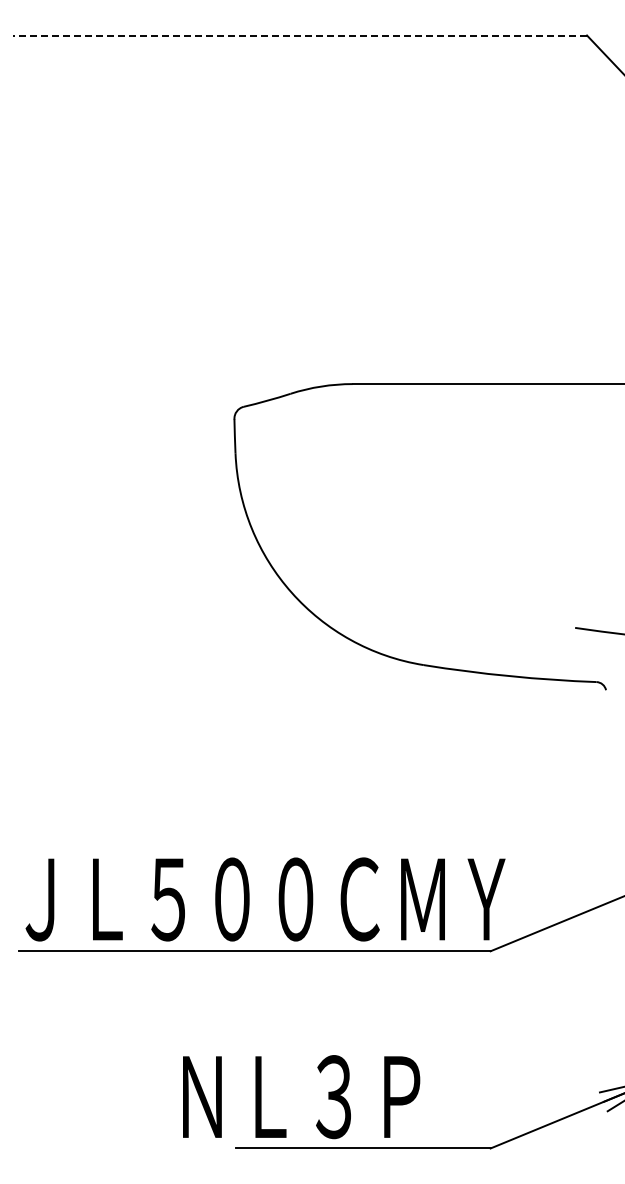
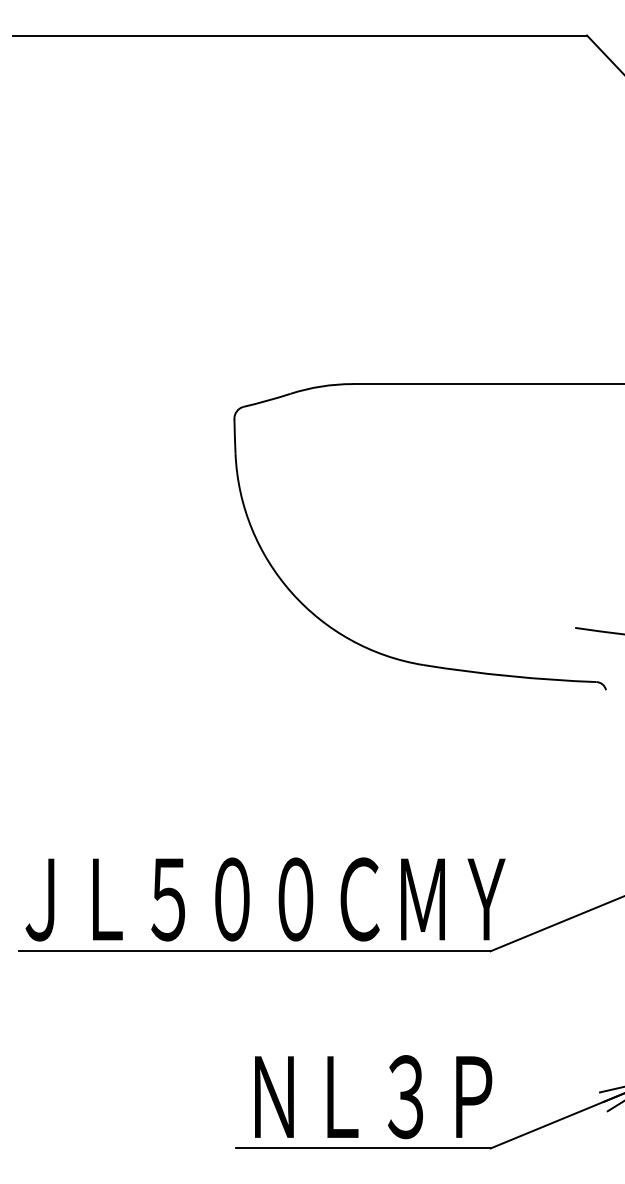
line at (299, 35): dashed -> solid
text at (301, 1097) position: (301, 1097) -> (373, 1097)
